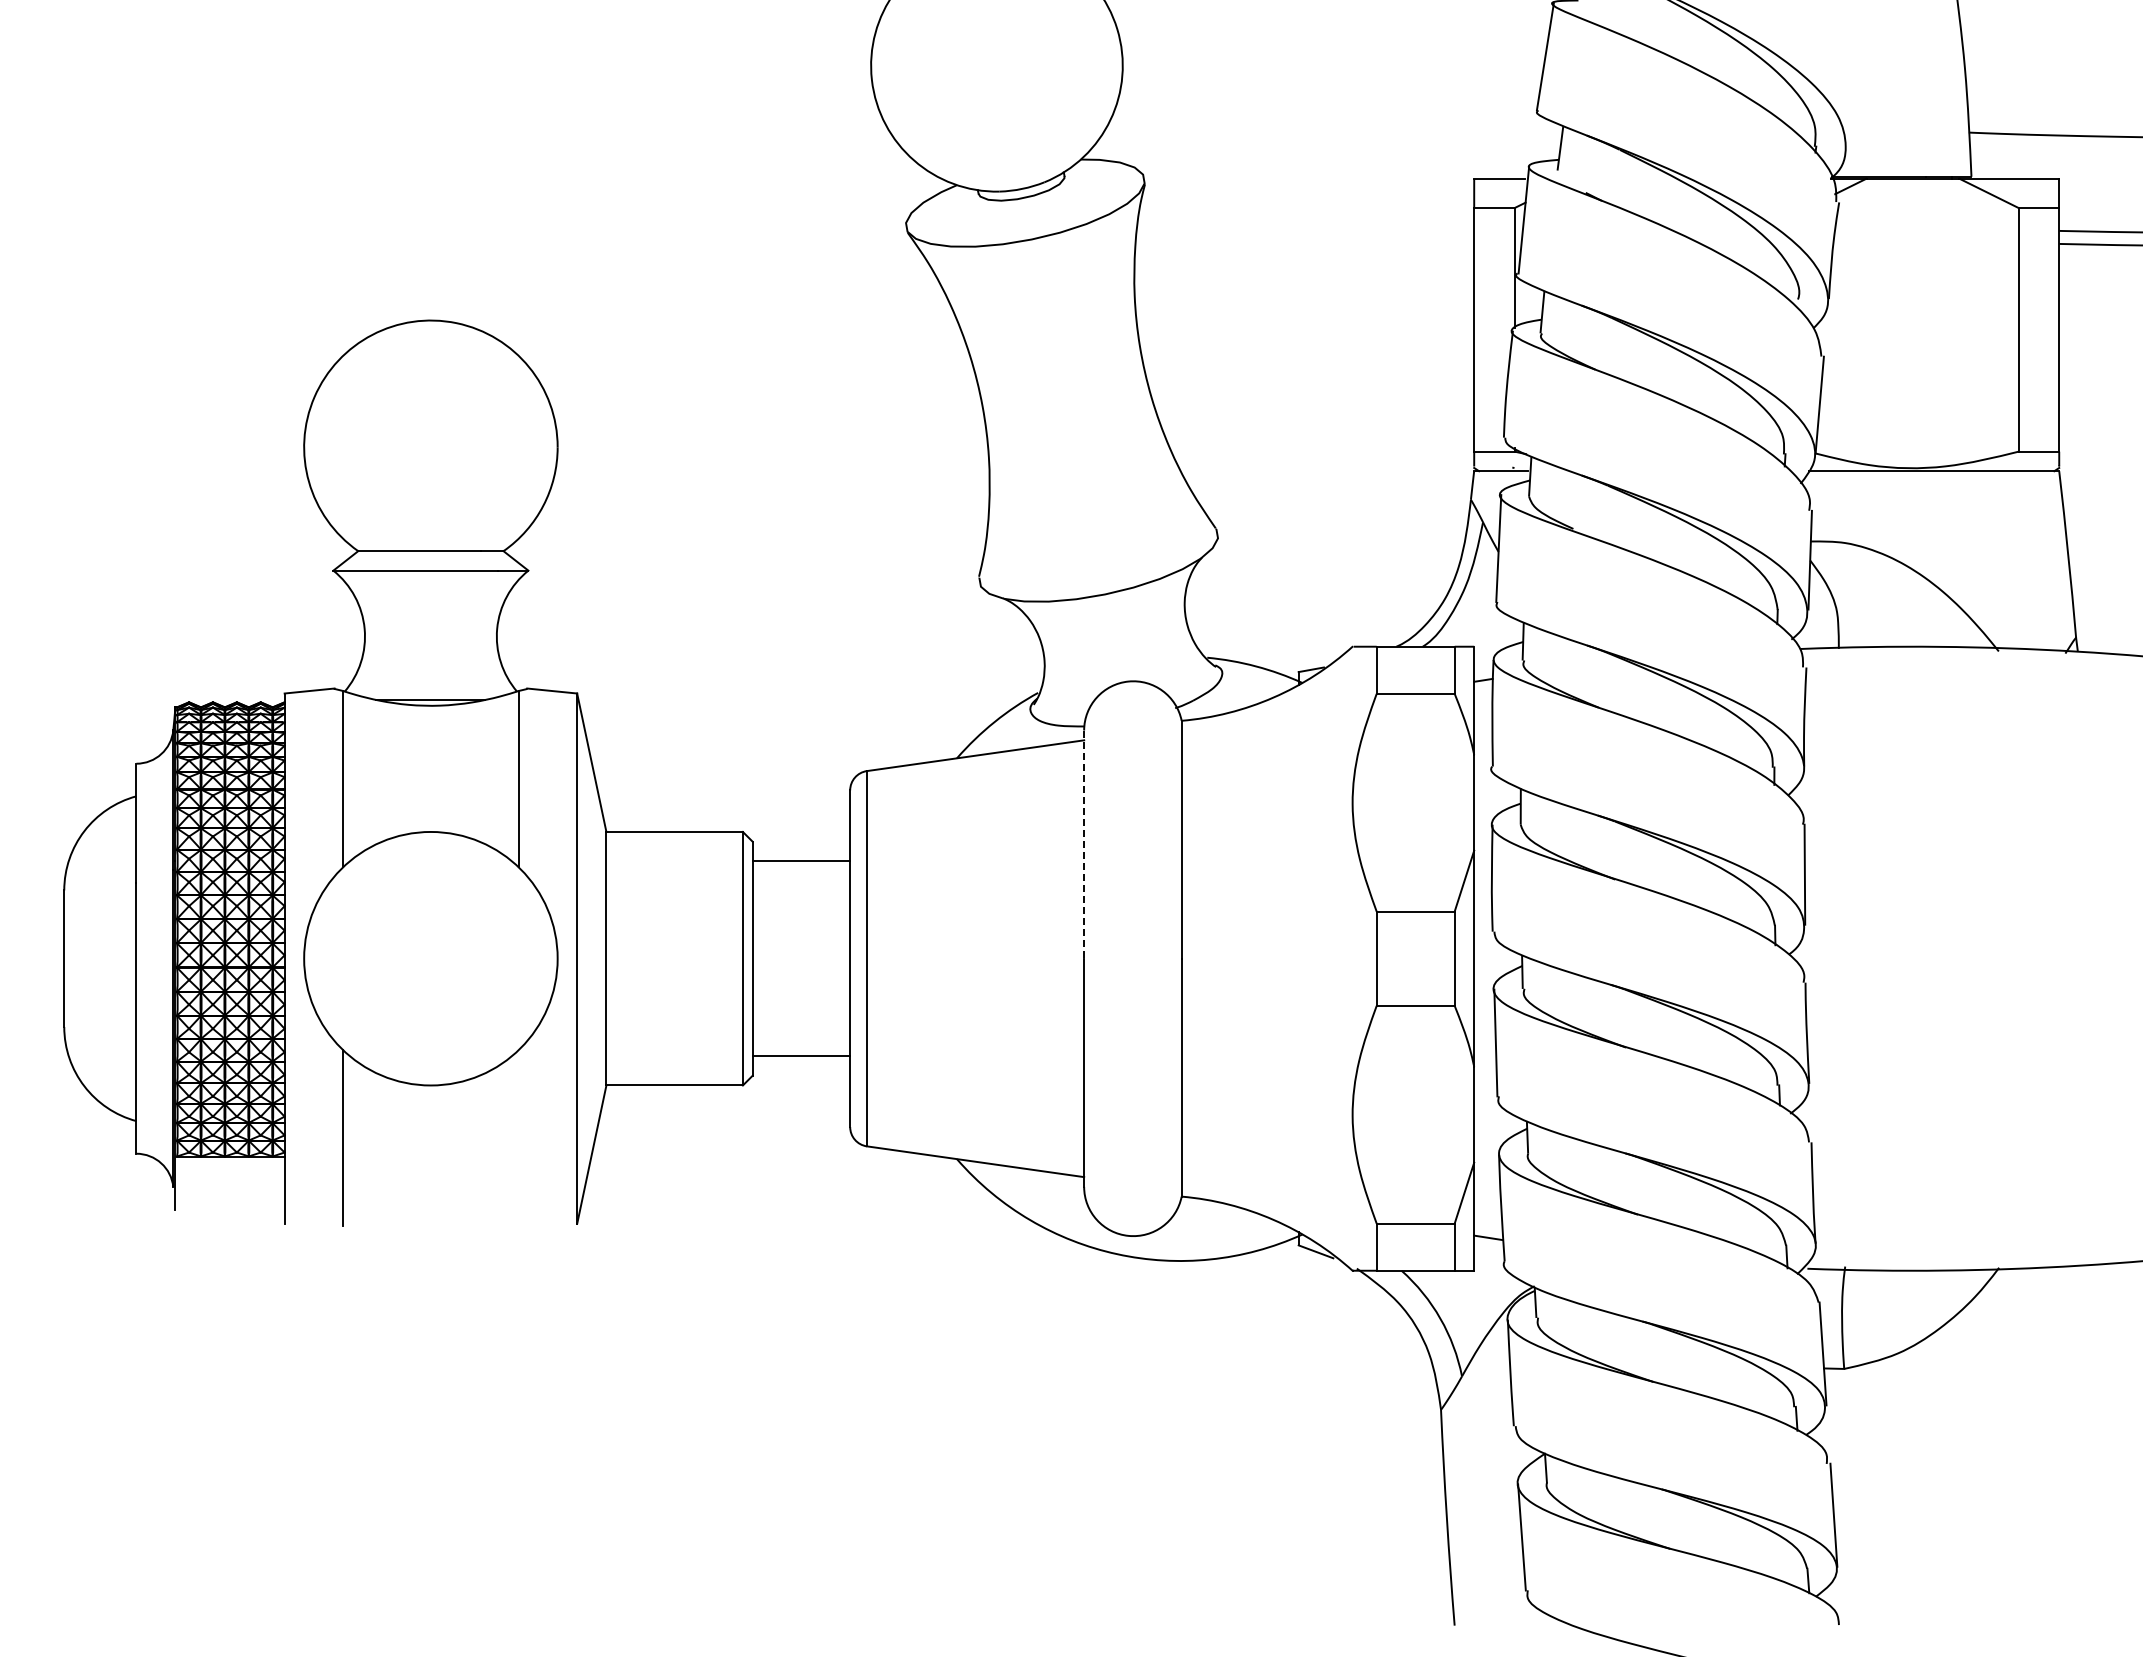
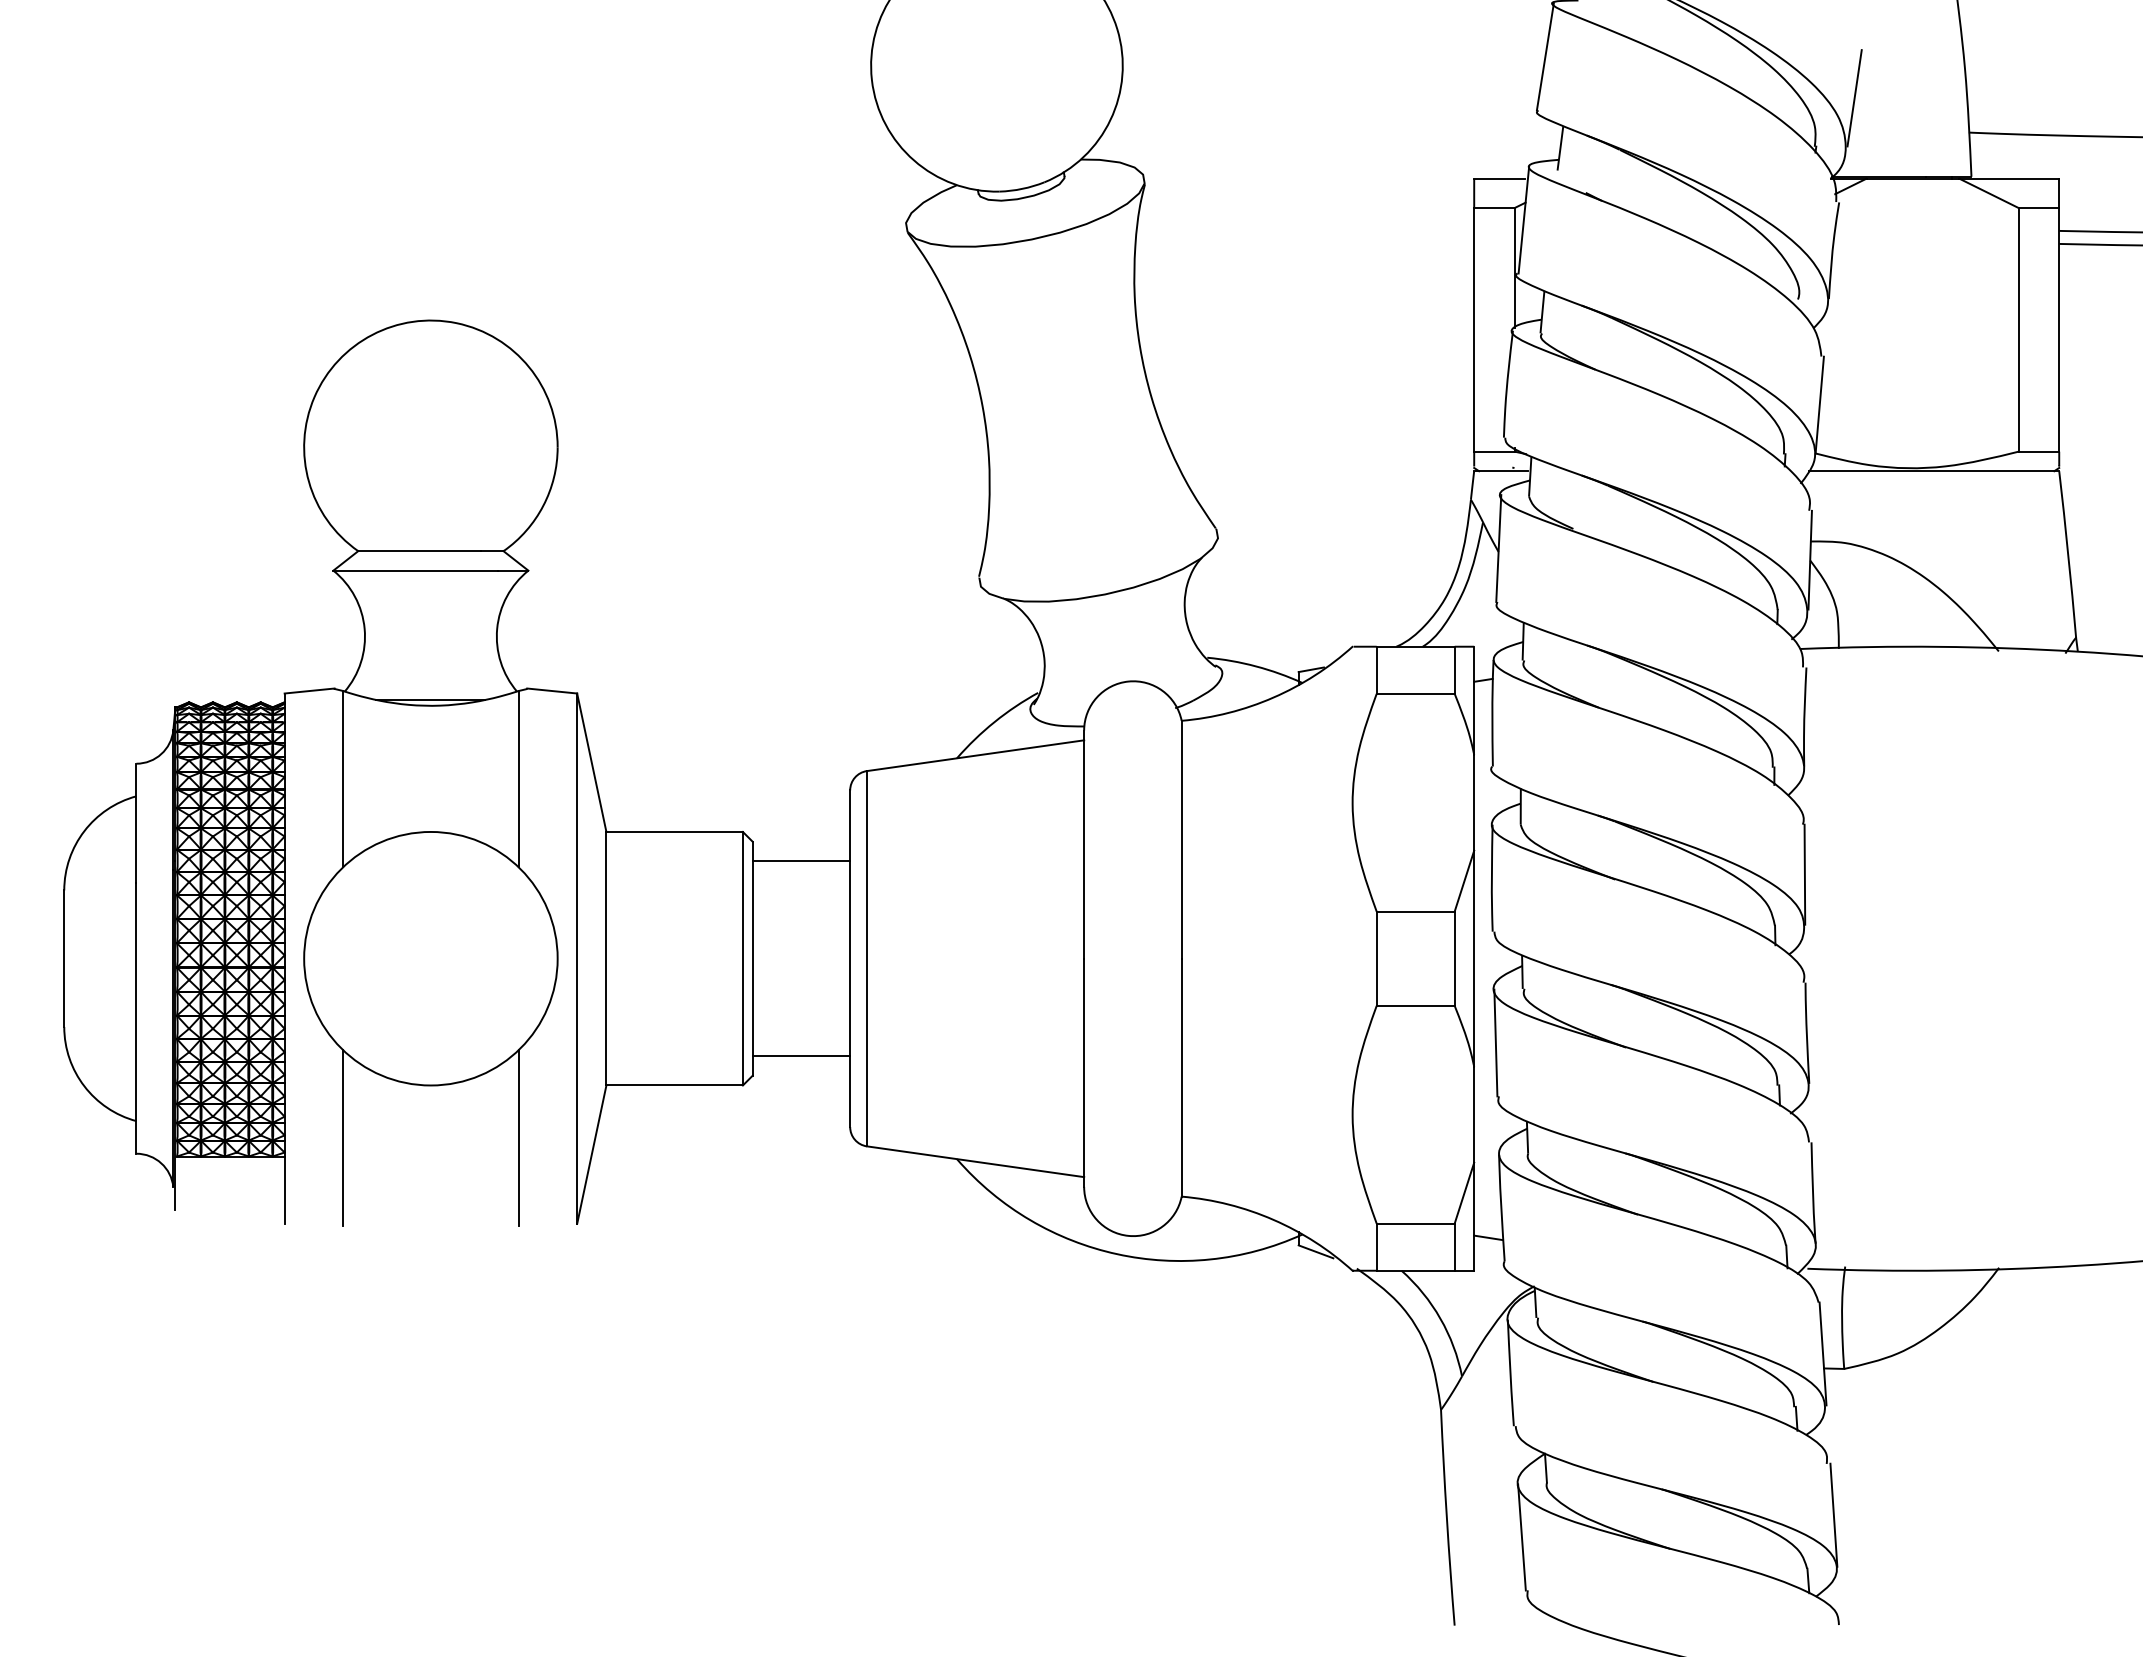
line at (1854, 98): none -> present
line at (1084, 845): dashed -> solid
line at (518, 1138): none -> present
